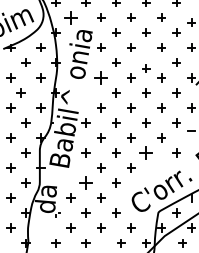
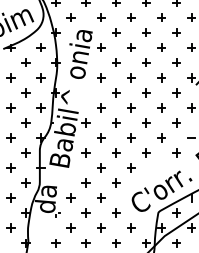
part at (70, 17) size: 14x14 px -> 10x9 px
part at (191, 22) position: (191, 22) -> (191, 17)
part at (146, 68) position: (146, 68) -> (146, 62)
part at (100, 77) size: 14x14 px -> 9x10 px
part at (20, 92) position: (20, 92) -> (25, 92)
line at (191, 130) position: (191, 130) -> (191, 137)
part at (145, 152) size: 14x14 px -> 9x10 px
part at (85, 182) size: 14x14 px -> 10x10 px
part at (121, 243) position: (121, 243) -> (116, 243)
part at (182, 243) position: (182, 243) -> (176, 243)
